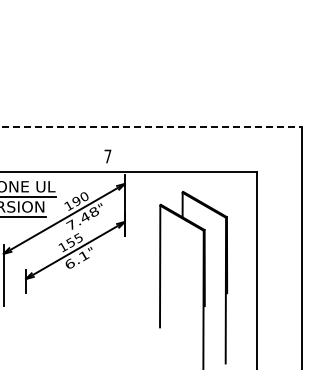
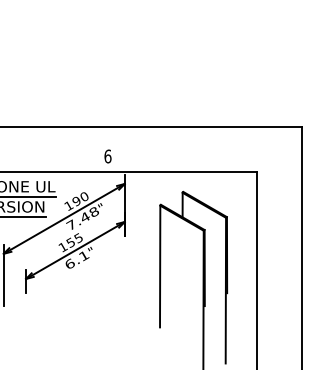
line at (151, 127): dashed -> solid
text at (107, 156): 7 -> 6
